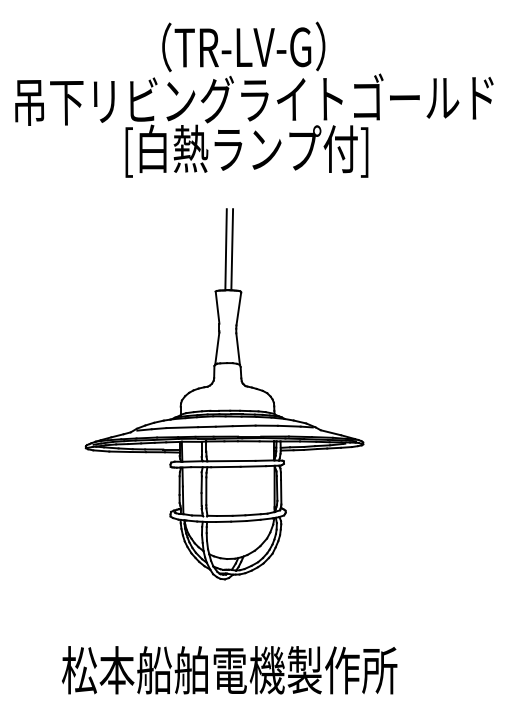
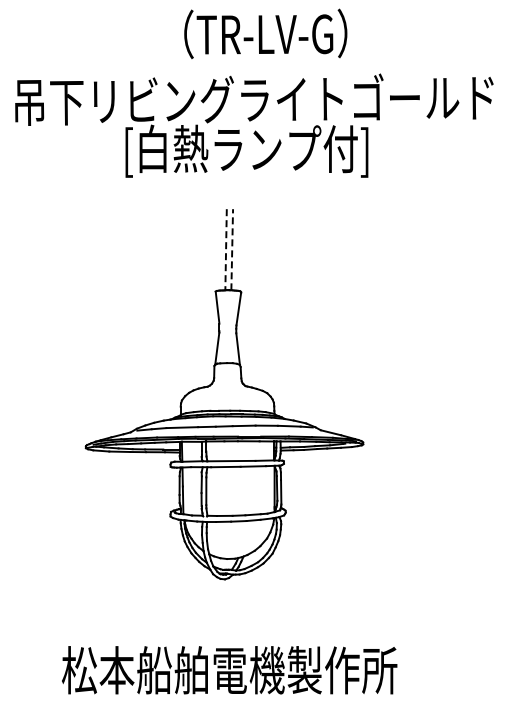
text at (243, 46) position: (243, 46) -> (265, 33)
line at (226, 249): solid -> dashed
line at (232, 249): solid -> dashed
